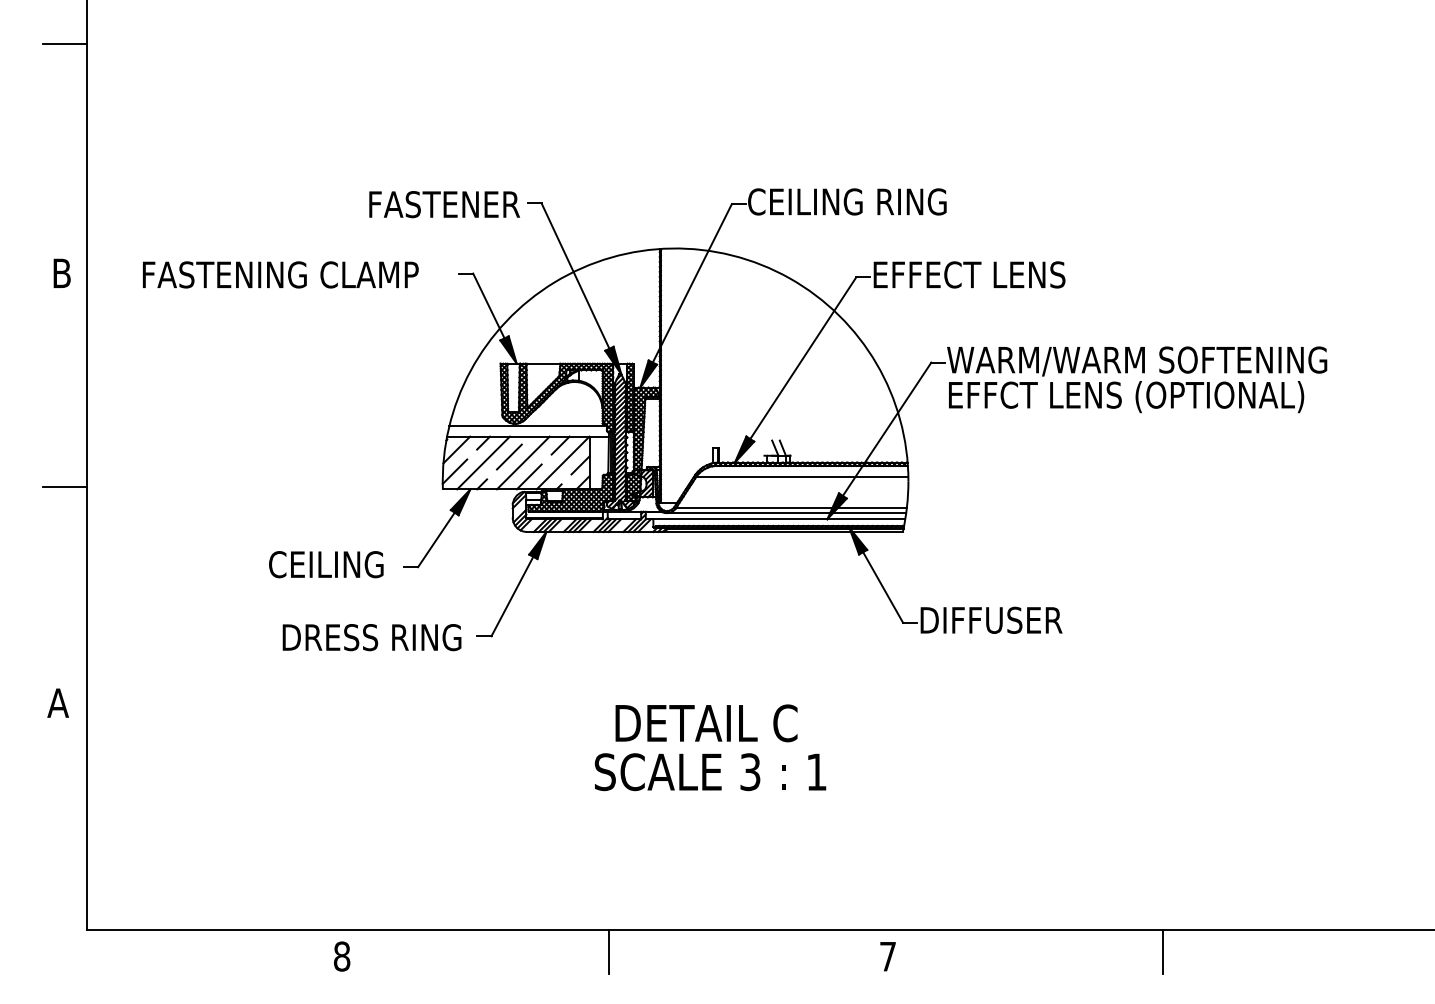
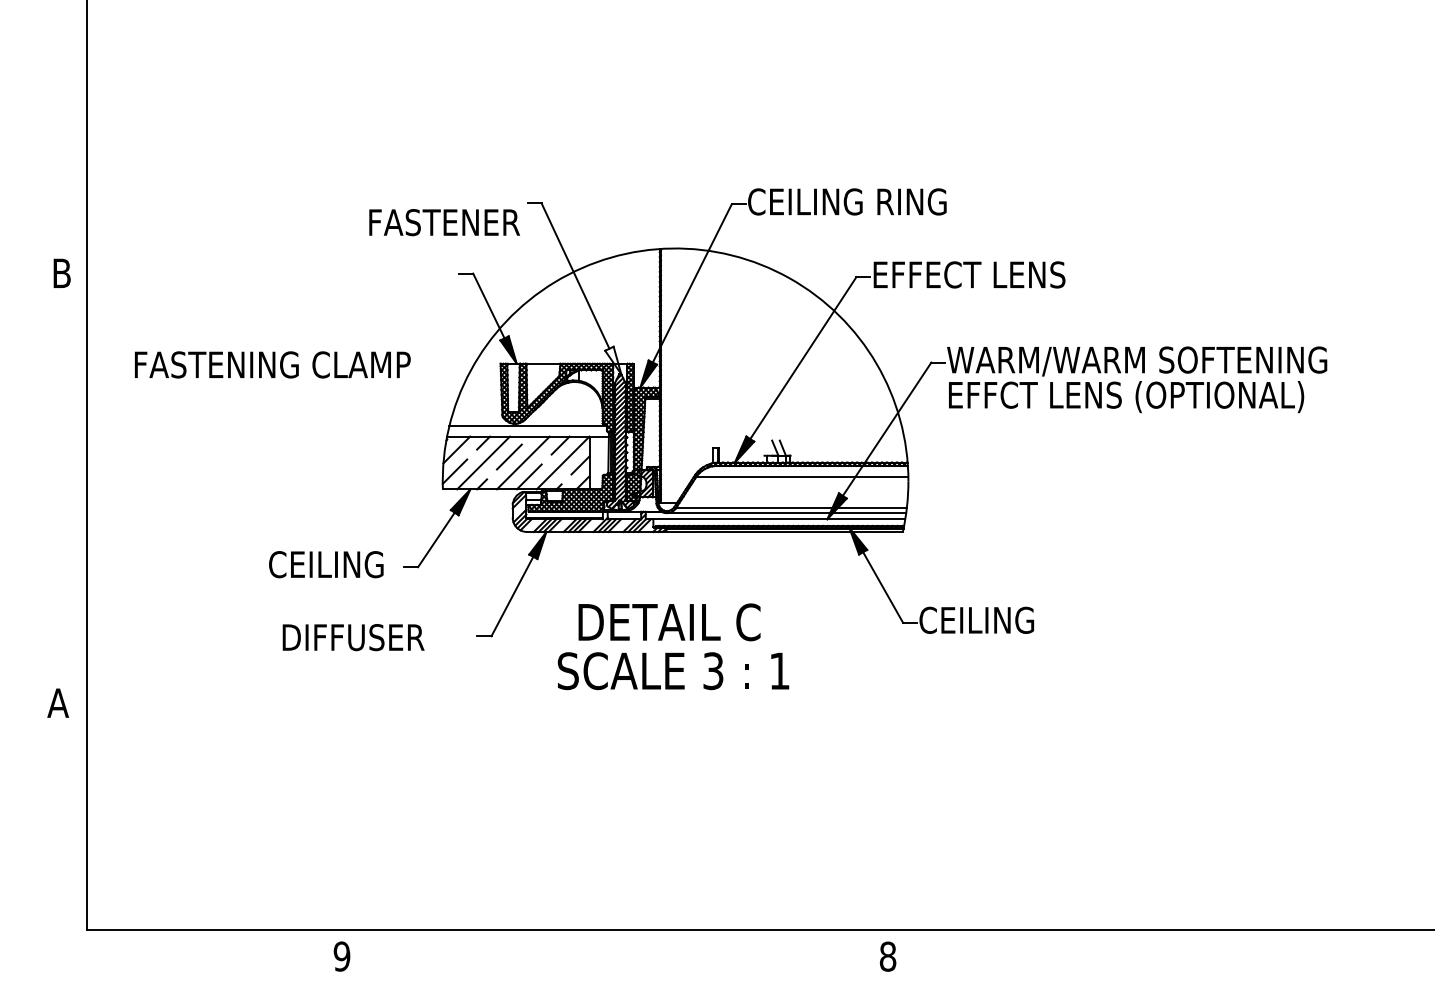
line at (65, 44): present -> none
text at (444, 204) position: (444, 204) -> (444, 222)
text at (280, 274) position: (280, 274) -> (272, 364)
fill at (613, 360): present -> none
line at (65, 486): present -> none
text at (990, 619): DIFFUSER -> CEILING
text at (384, 637): DRESS RING -> DIFFUSER
text at (710, 747) position: (710, 747) -> (673, 646)
line at (609, 951): present -> none
line at (1162, 951): present -> none
text at (341, 956): 8 -> 9
text at (887, 956): 7 -> 8
